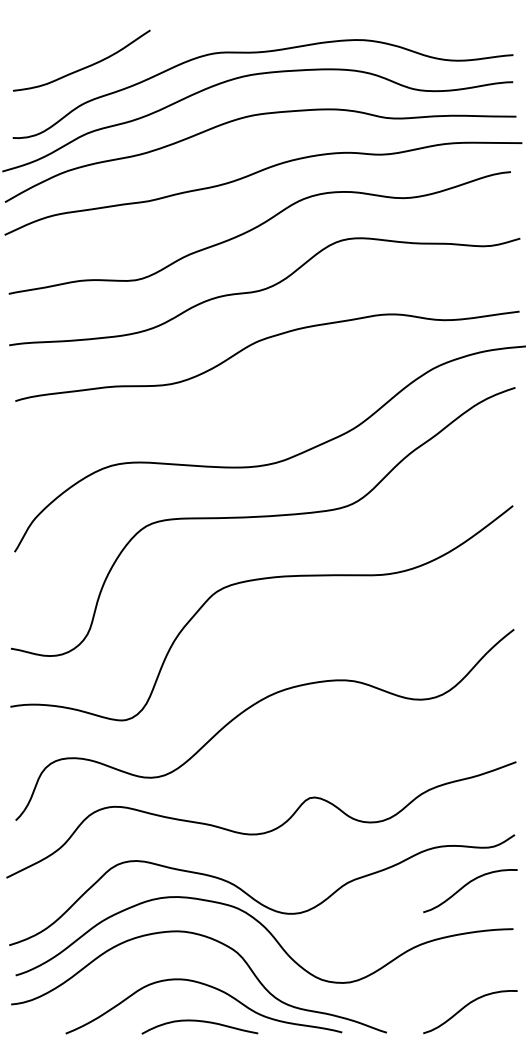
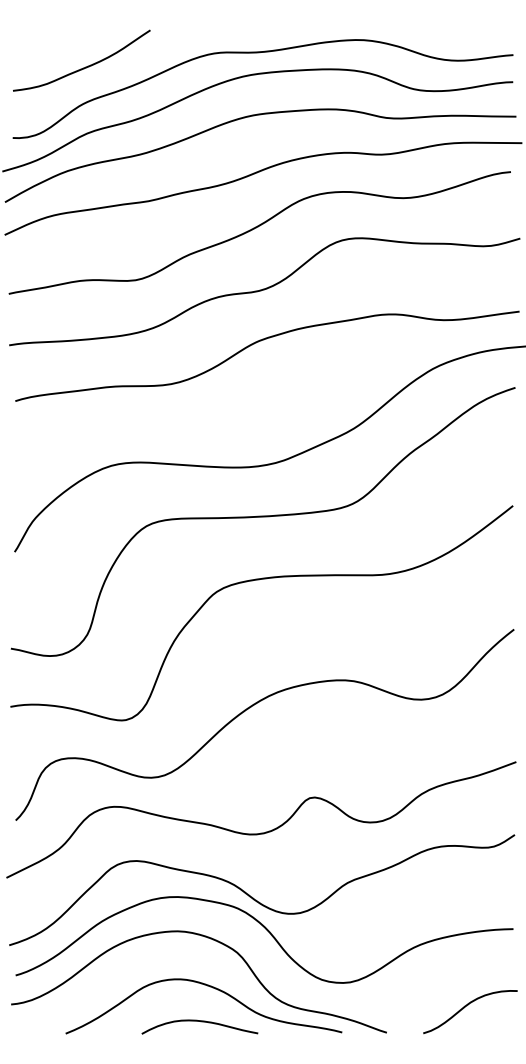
curve at (465, 886): present -> none
